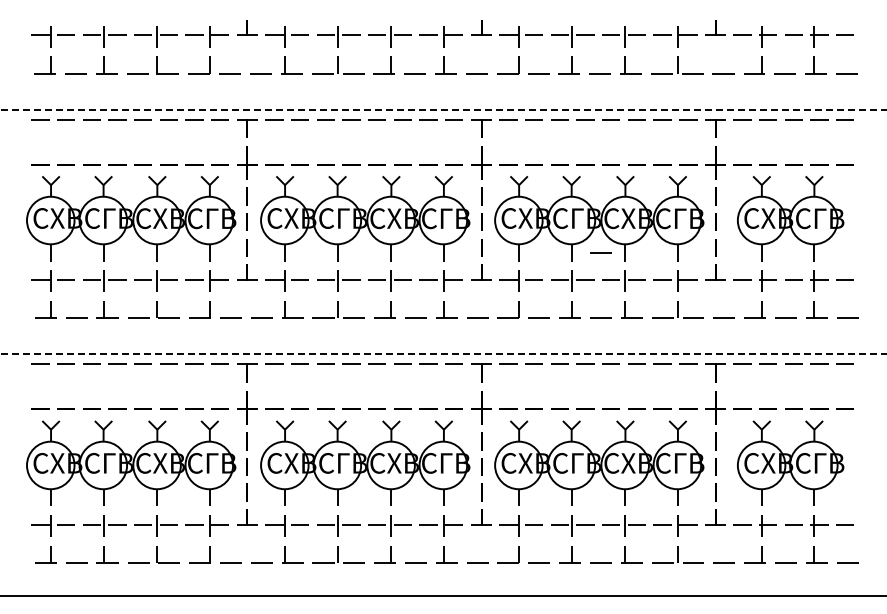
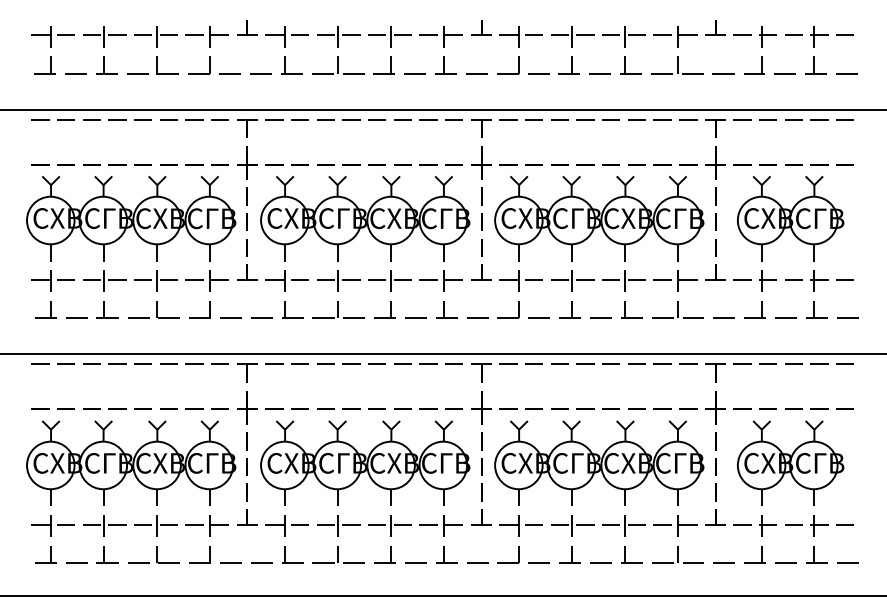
line at (443, 109): dashed -> solid
line at (600, 252): present -> none
line at (443, 354): dashed -> solid
